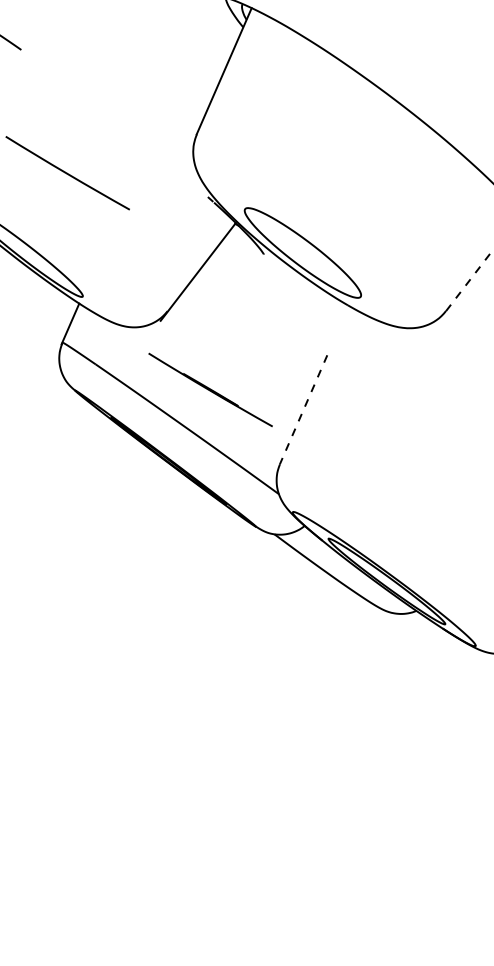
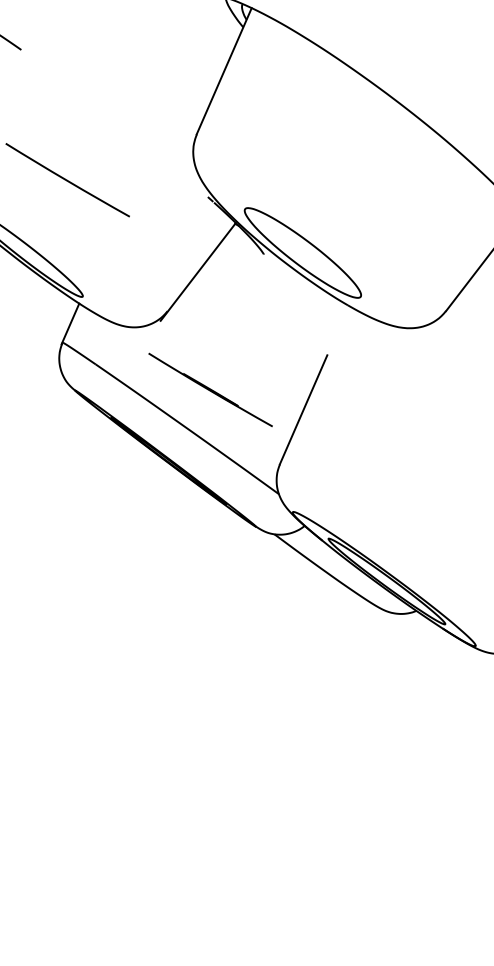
line at (67, 173) position: (67, 173) -> (67, 180)
line at (469, 280): dashed -> solid
line at (303, 410): dashed -> solid
